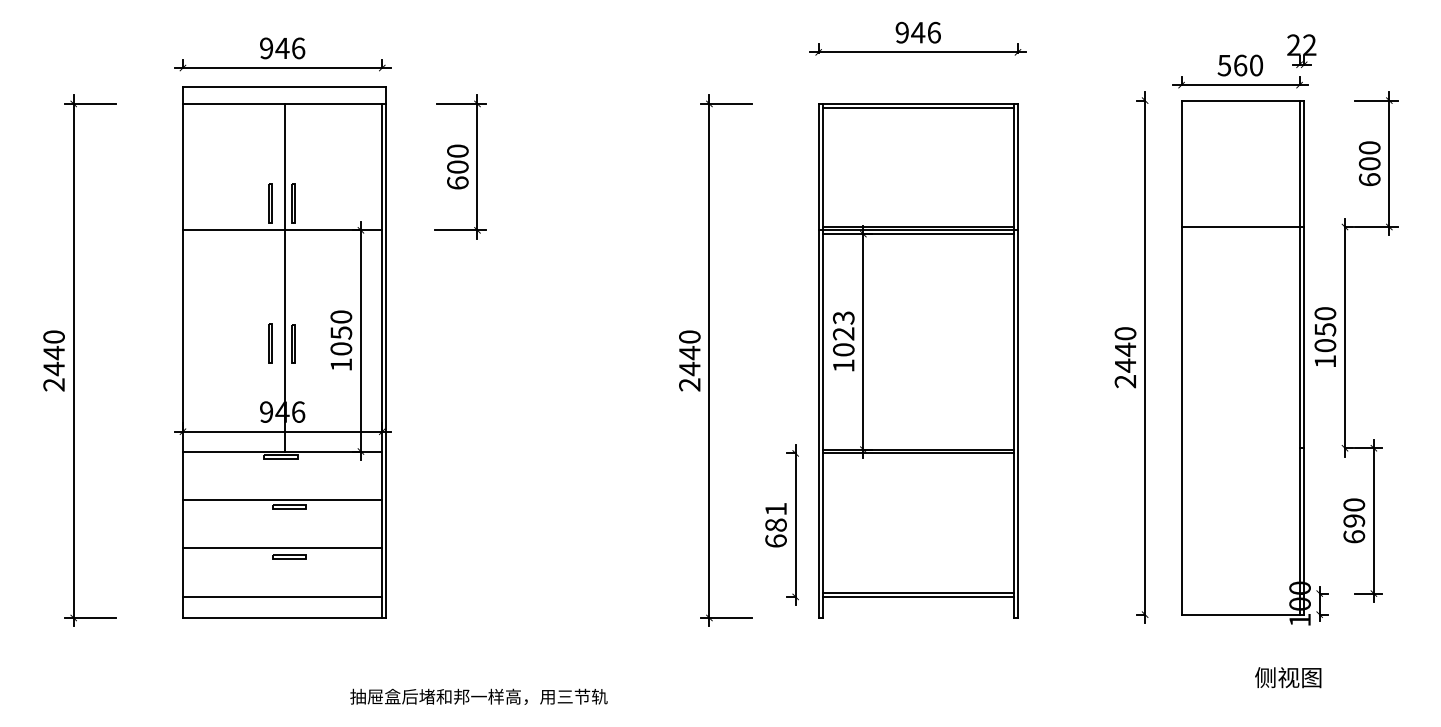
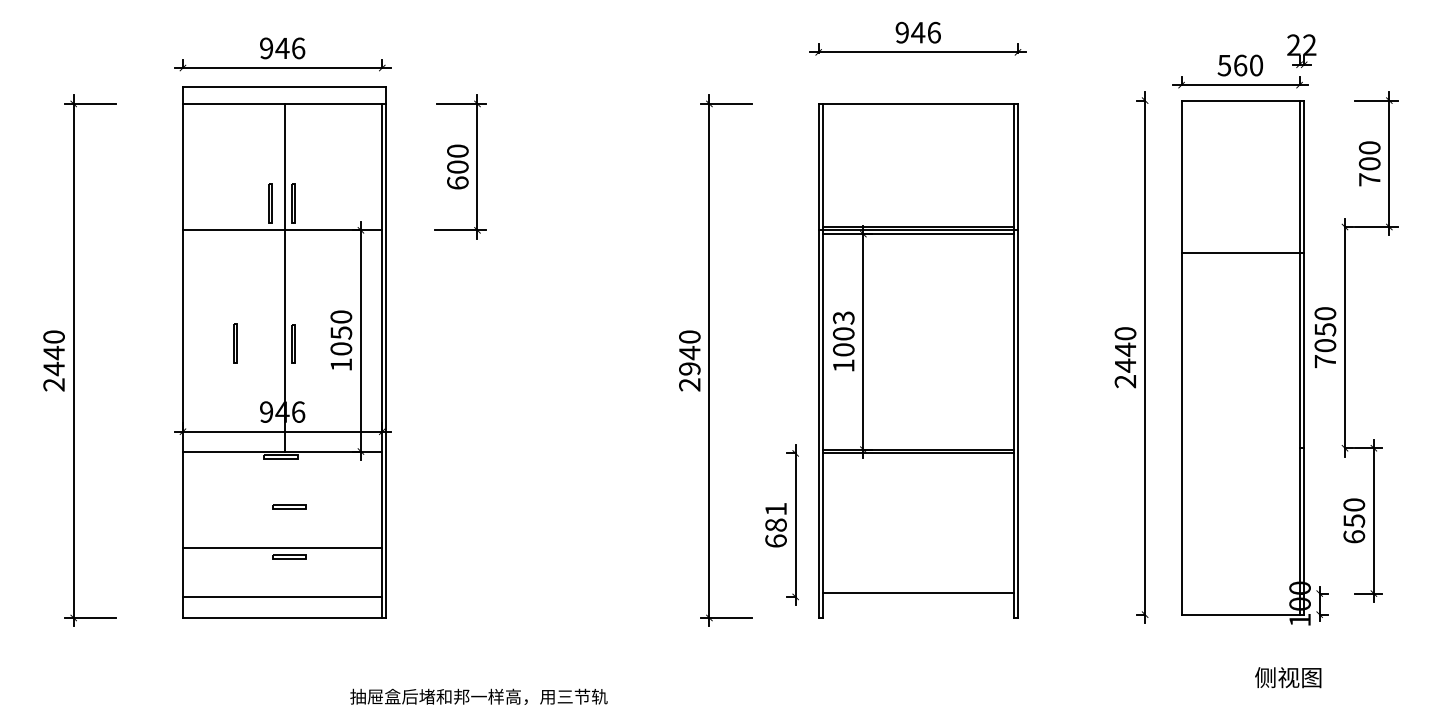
line at (918, 107): present -> none
text at (1369, 179): 600 -> 700
line at (1242, 227) position: (1242, 227) -> (1242, 253)
text at (843, 333): 1023 -> 1003
line at (269, 343) position: (269, 343) -> (234, 343)
text at (1324, 361): 1050 -> 7050
text at (689, 368): 2440 -> 2940
line at (282, 500): present -> none
text at (1354, 520): 690 -> 650
line at (918, 596): present -> none
